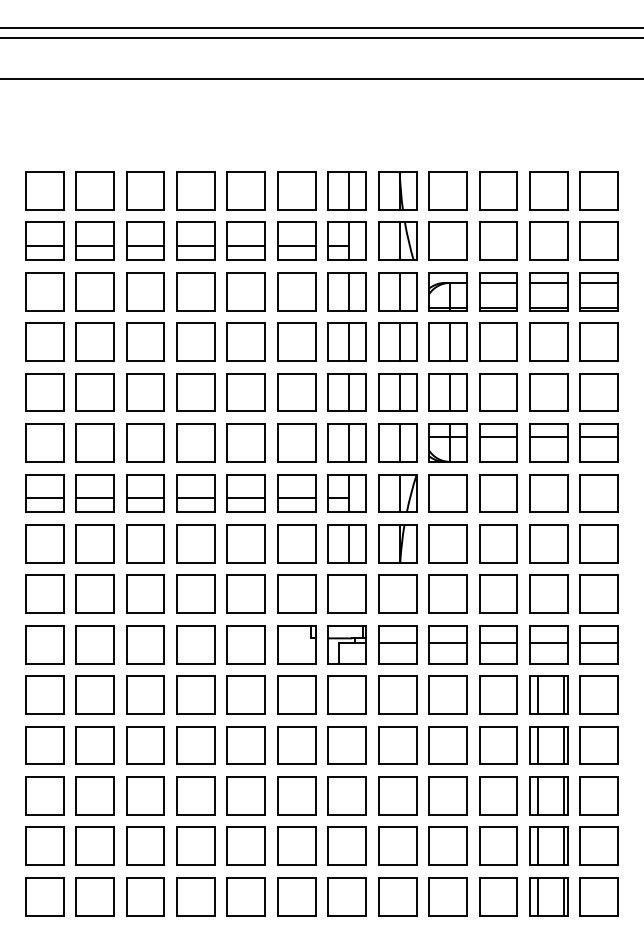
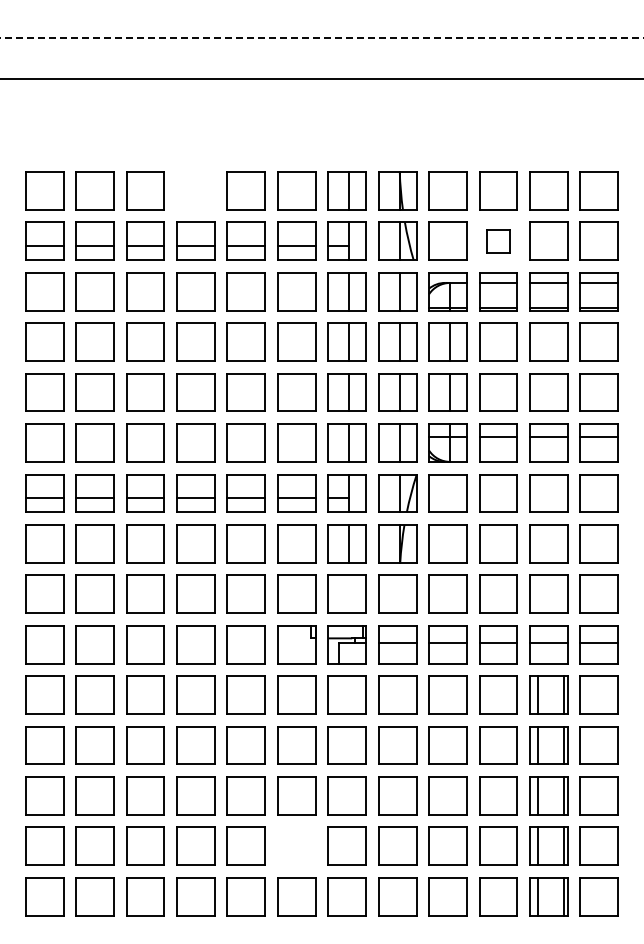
line at (321, 28): present -> none
line at (322, 38): solid -> dashed
part at (195, 190): present -> none
part at (498, 240) size: 39x40 px -> 25x25 px
part at (296, 845): present -> none
